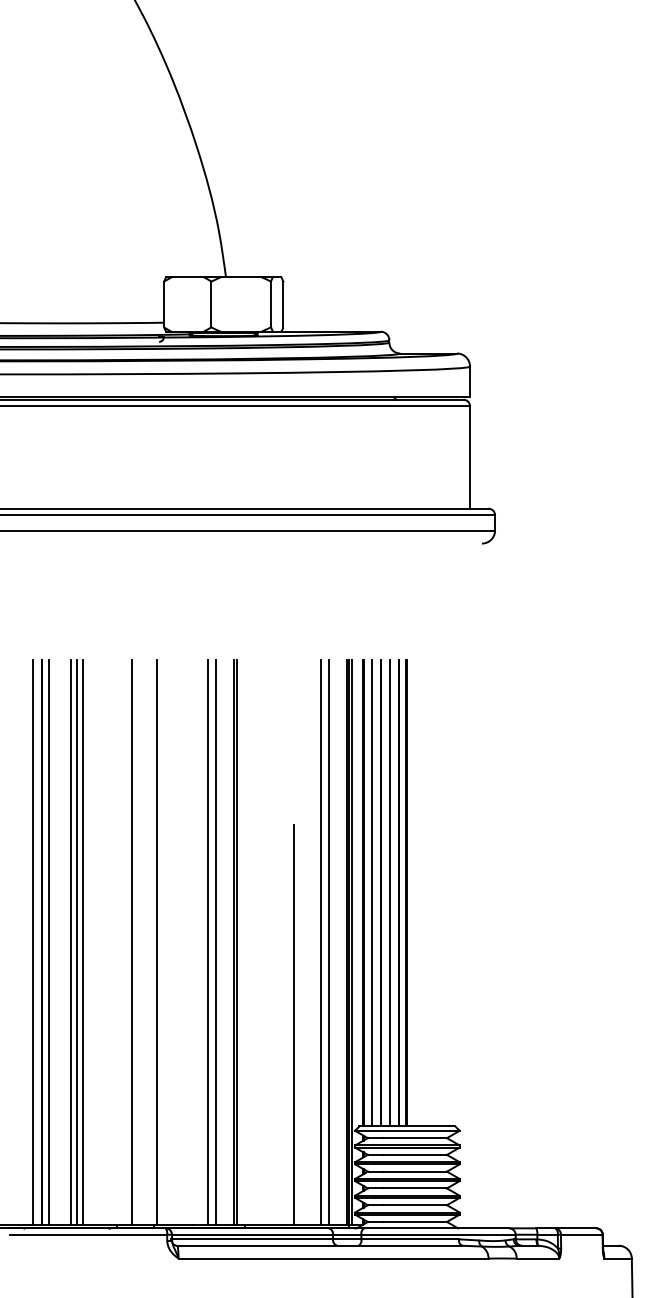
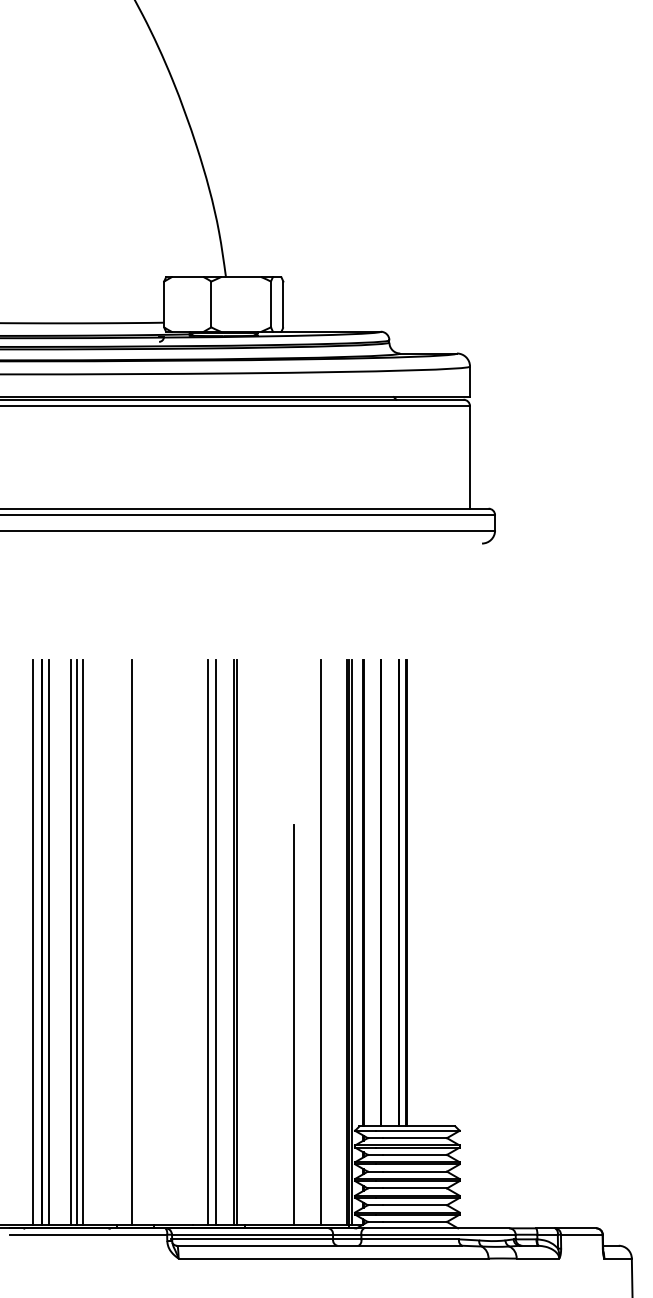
line at (372, 893): present -> none
line at (389, 893): present -> none
line at (156, 942): present -> none
line at (328, 942): present -> none
